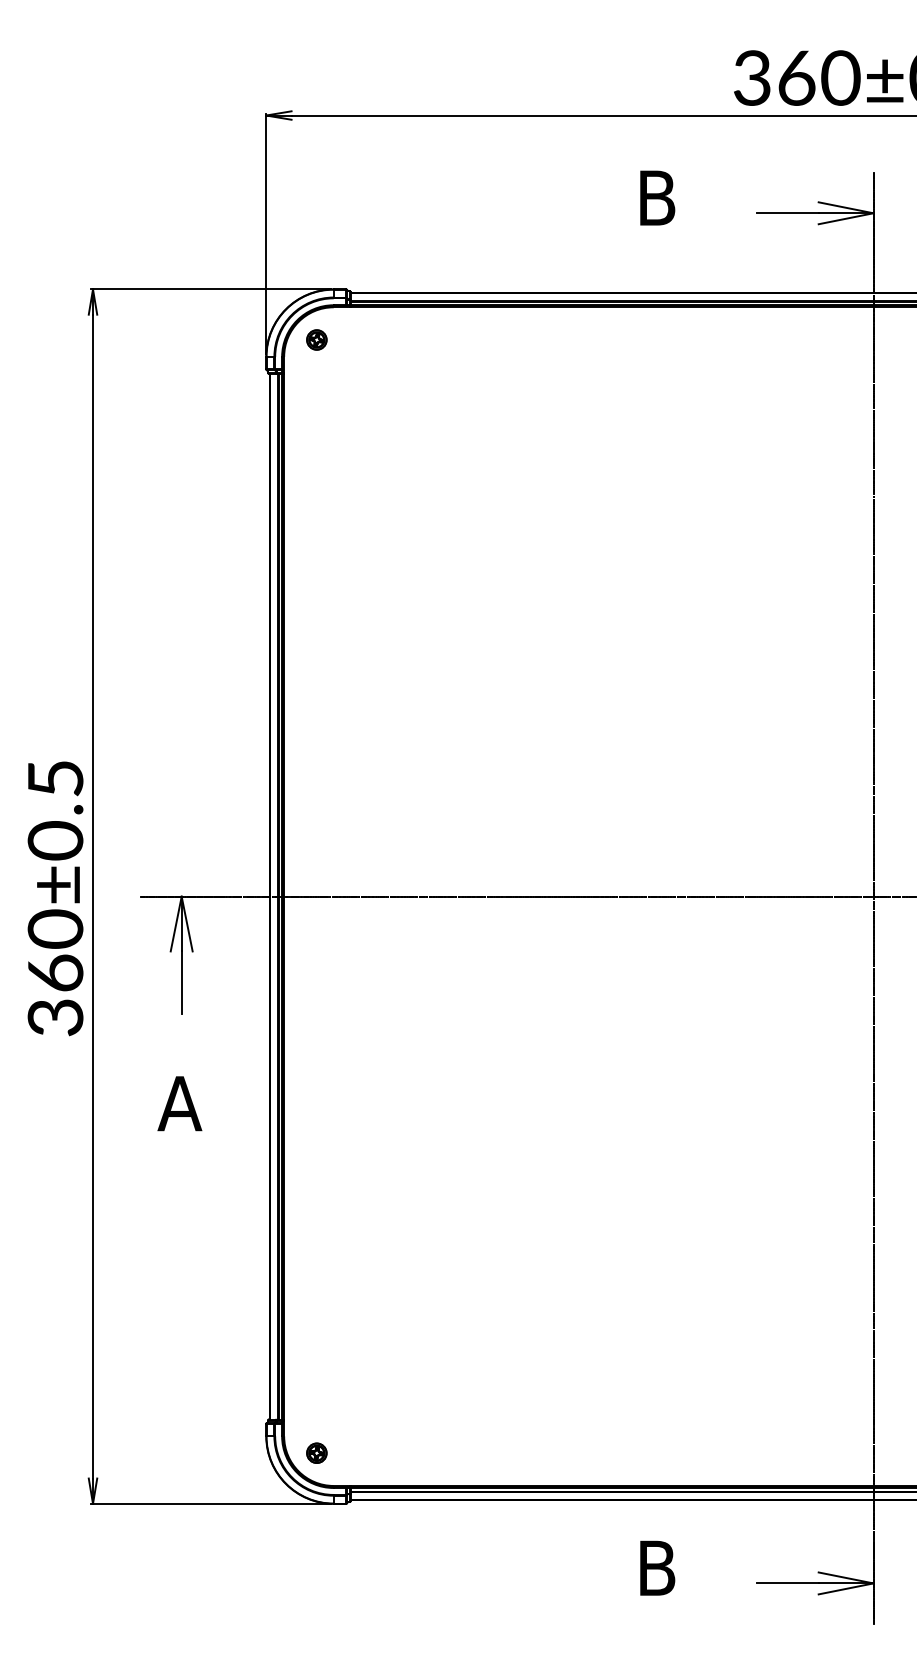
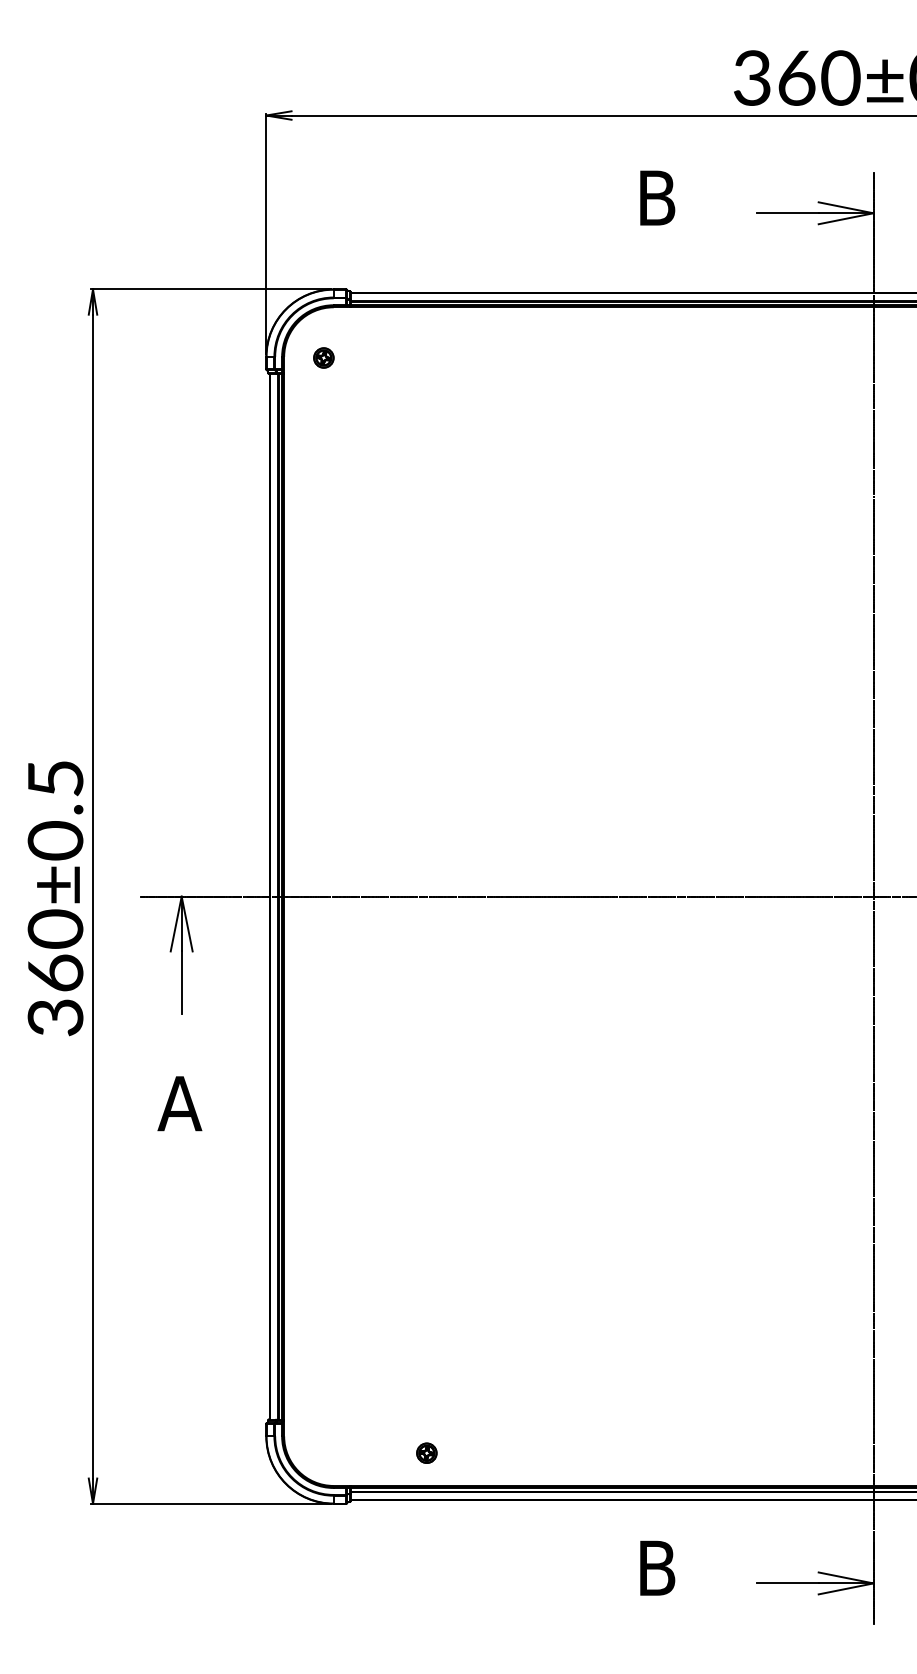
part at (316, 339) position: (316, 339) -> (323, 357)
part at (316, 1452) position: (316, 1452) -> (426, 1452)
